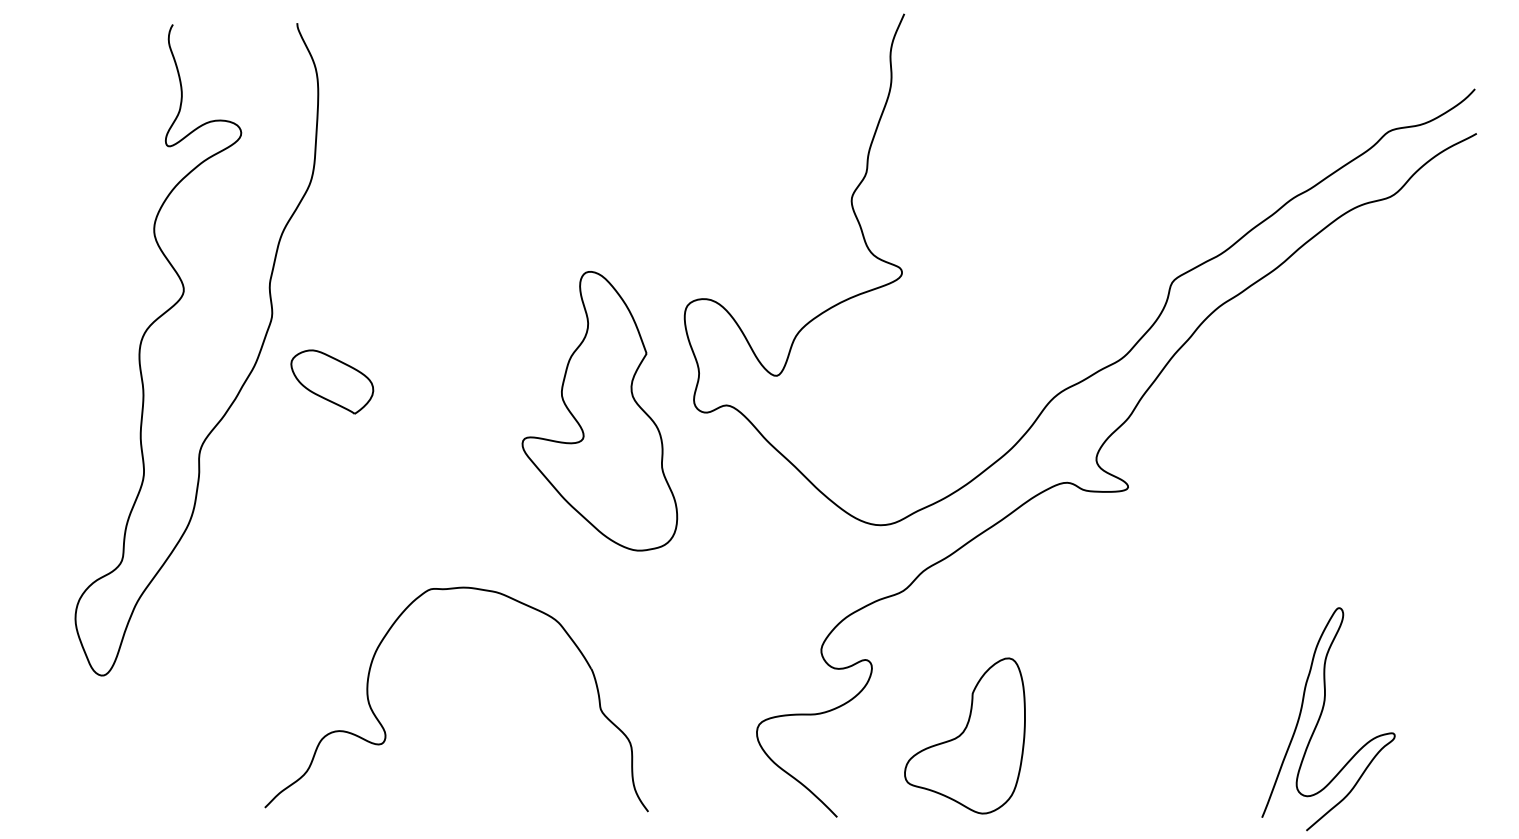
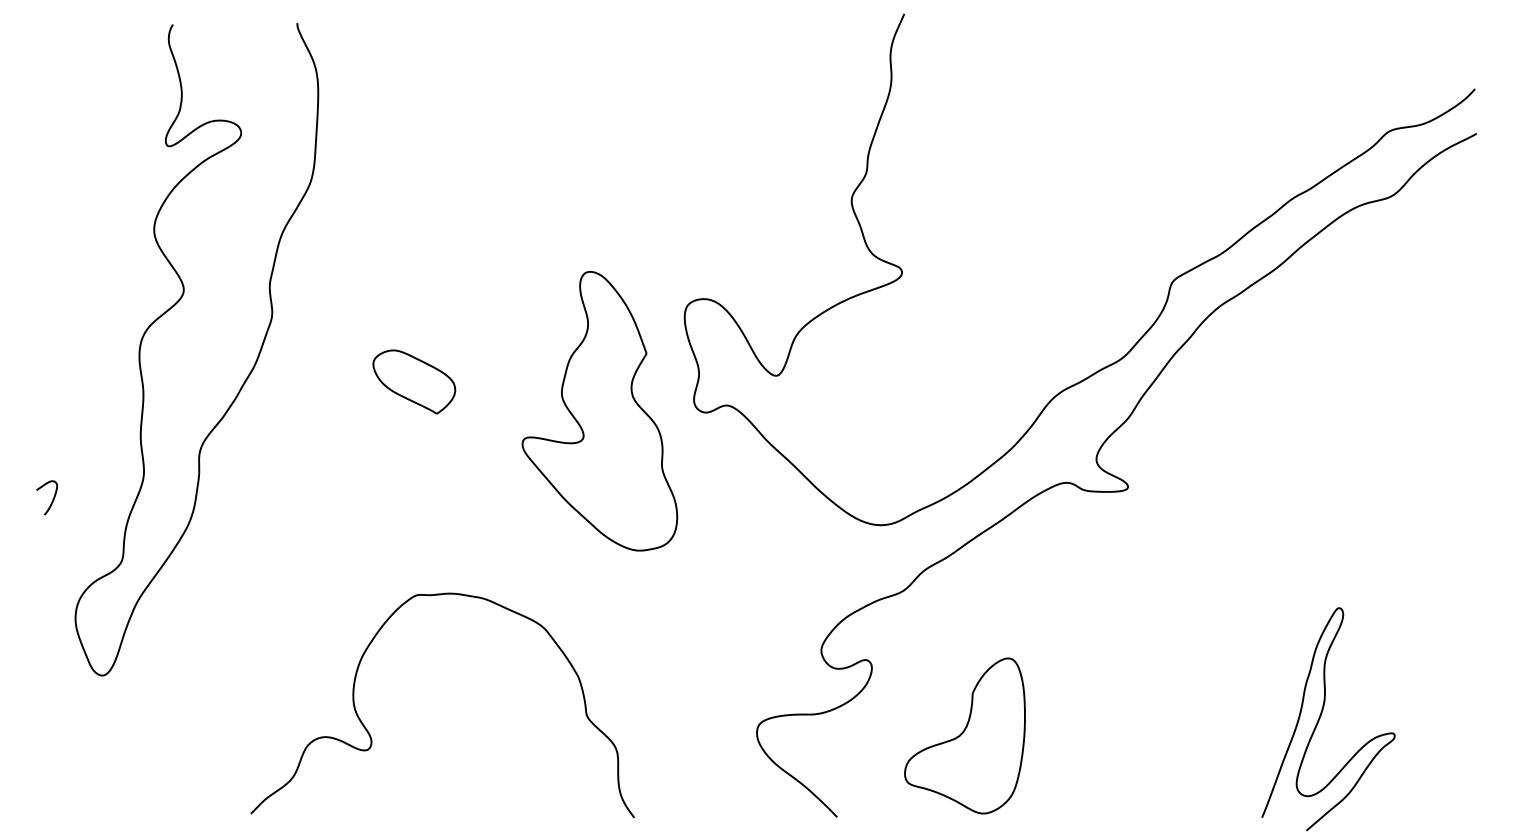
part at (332, 381) position: (332, 381) -> (414, 381)
curve at (52, 499): none -> present
part at (385, 730) position: (385, 730) -> (371, 736)
